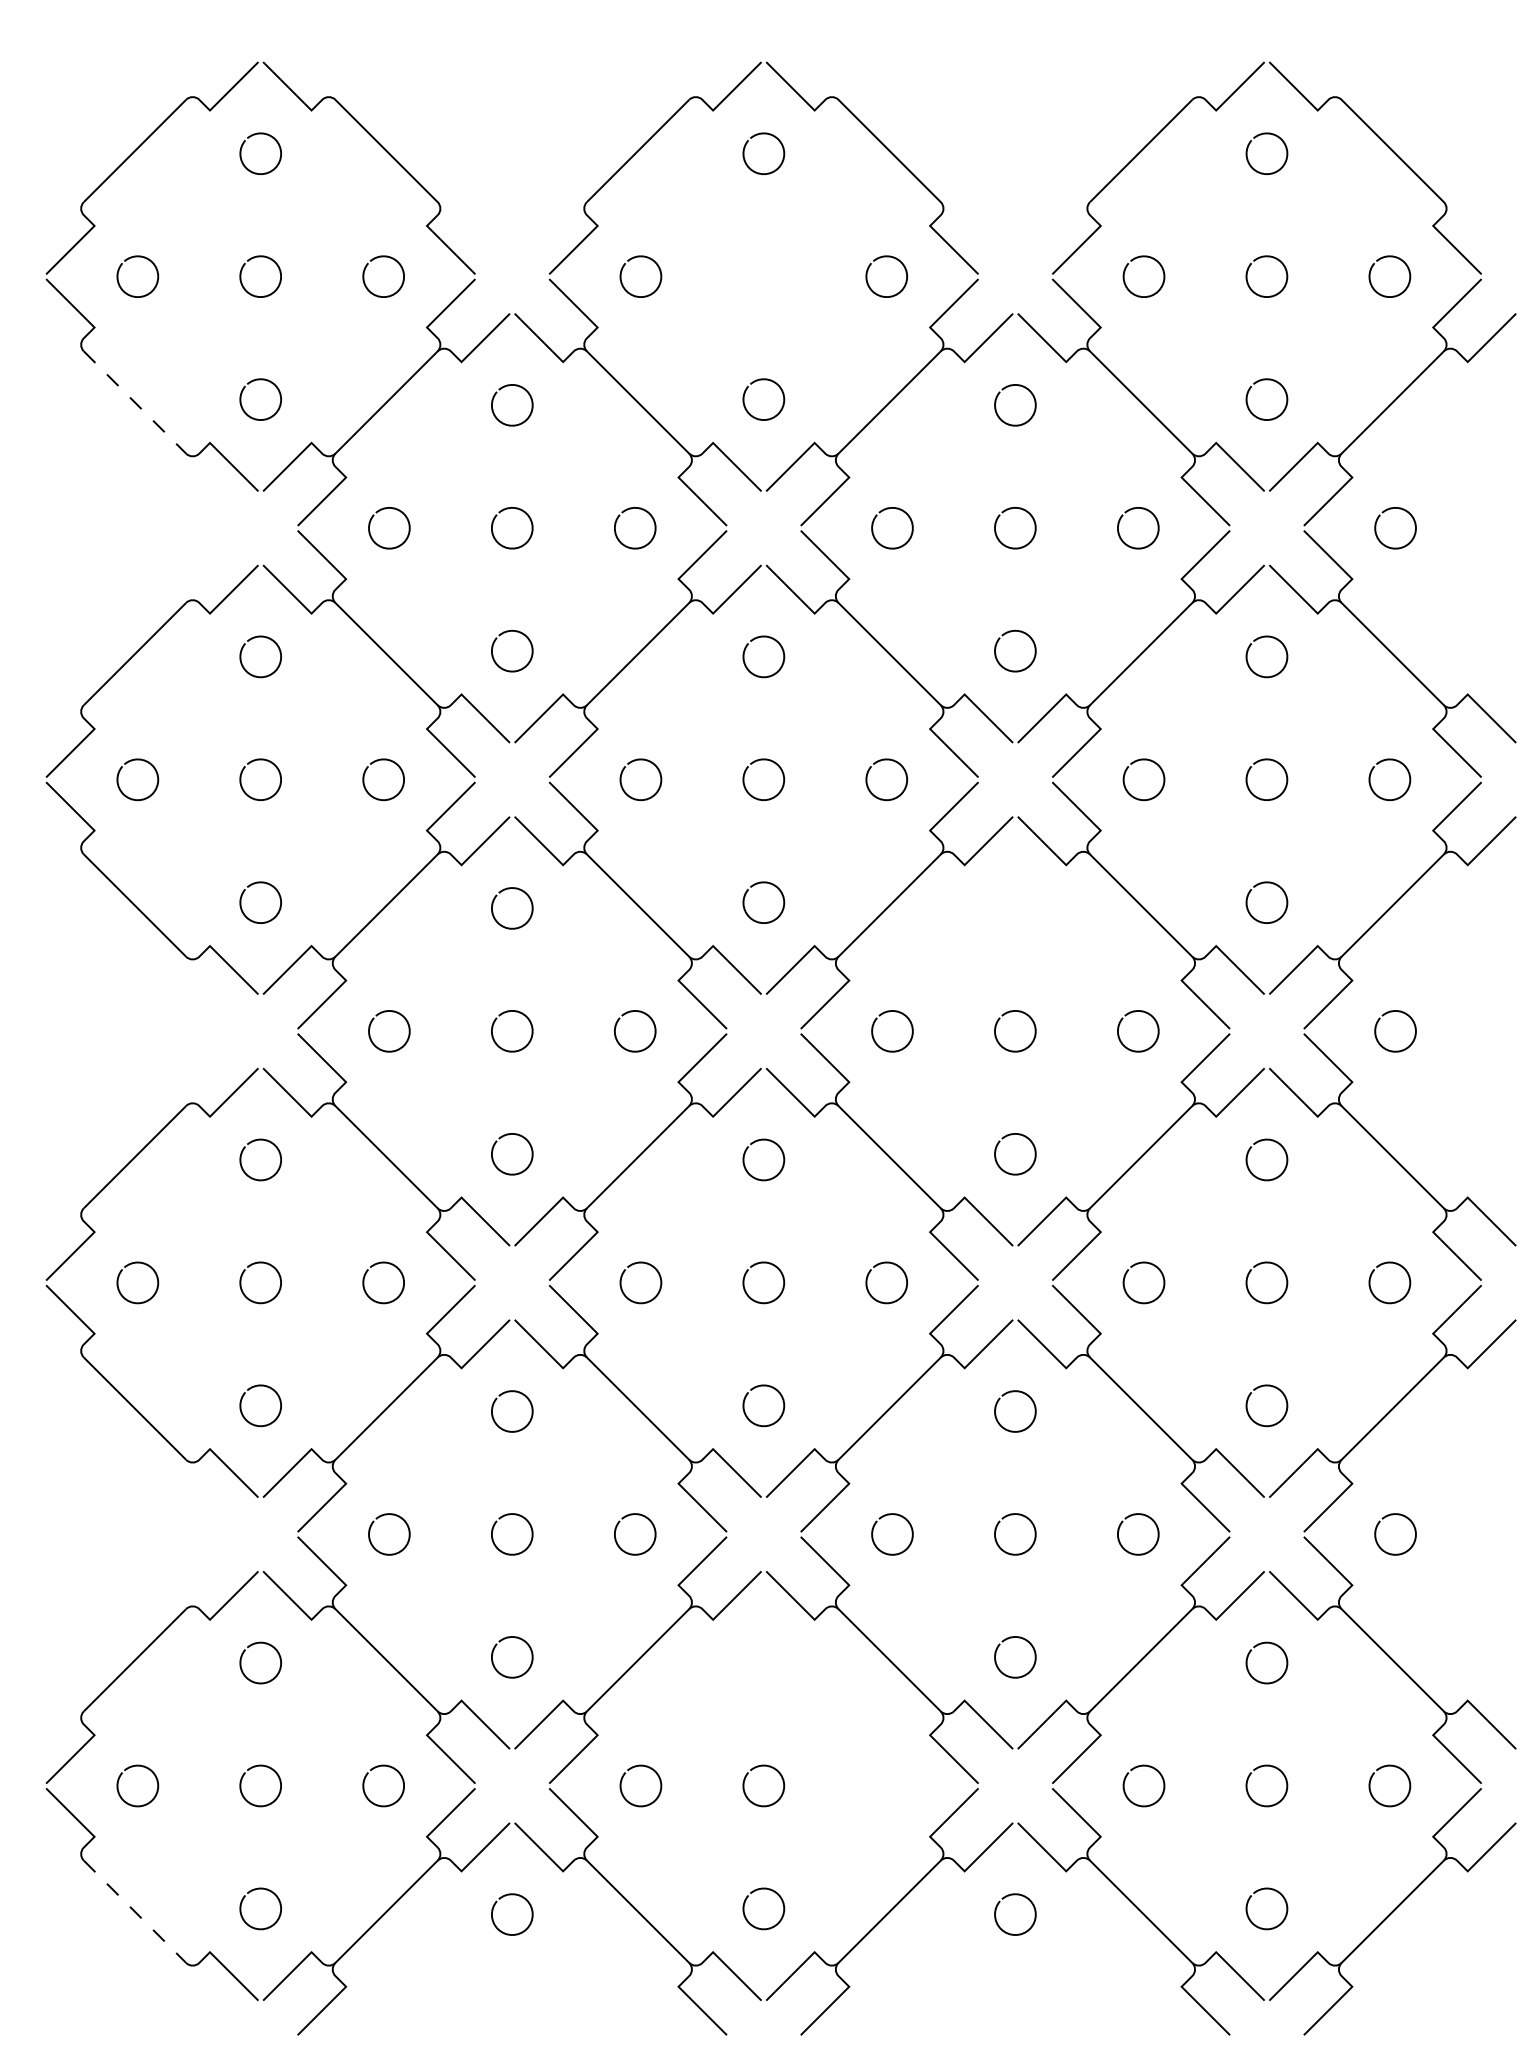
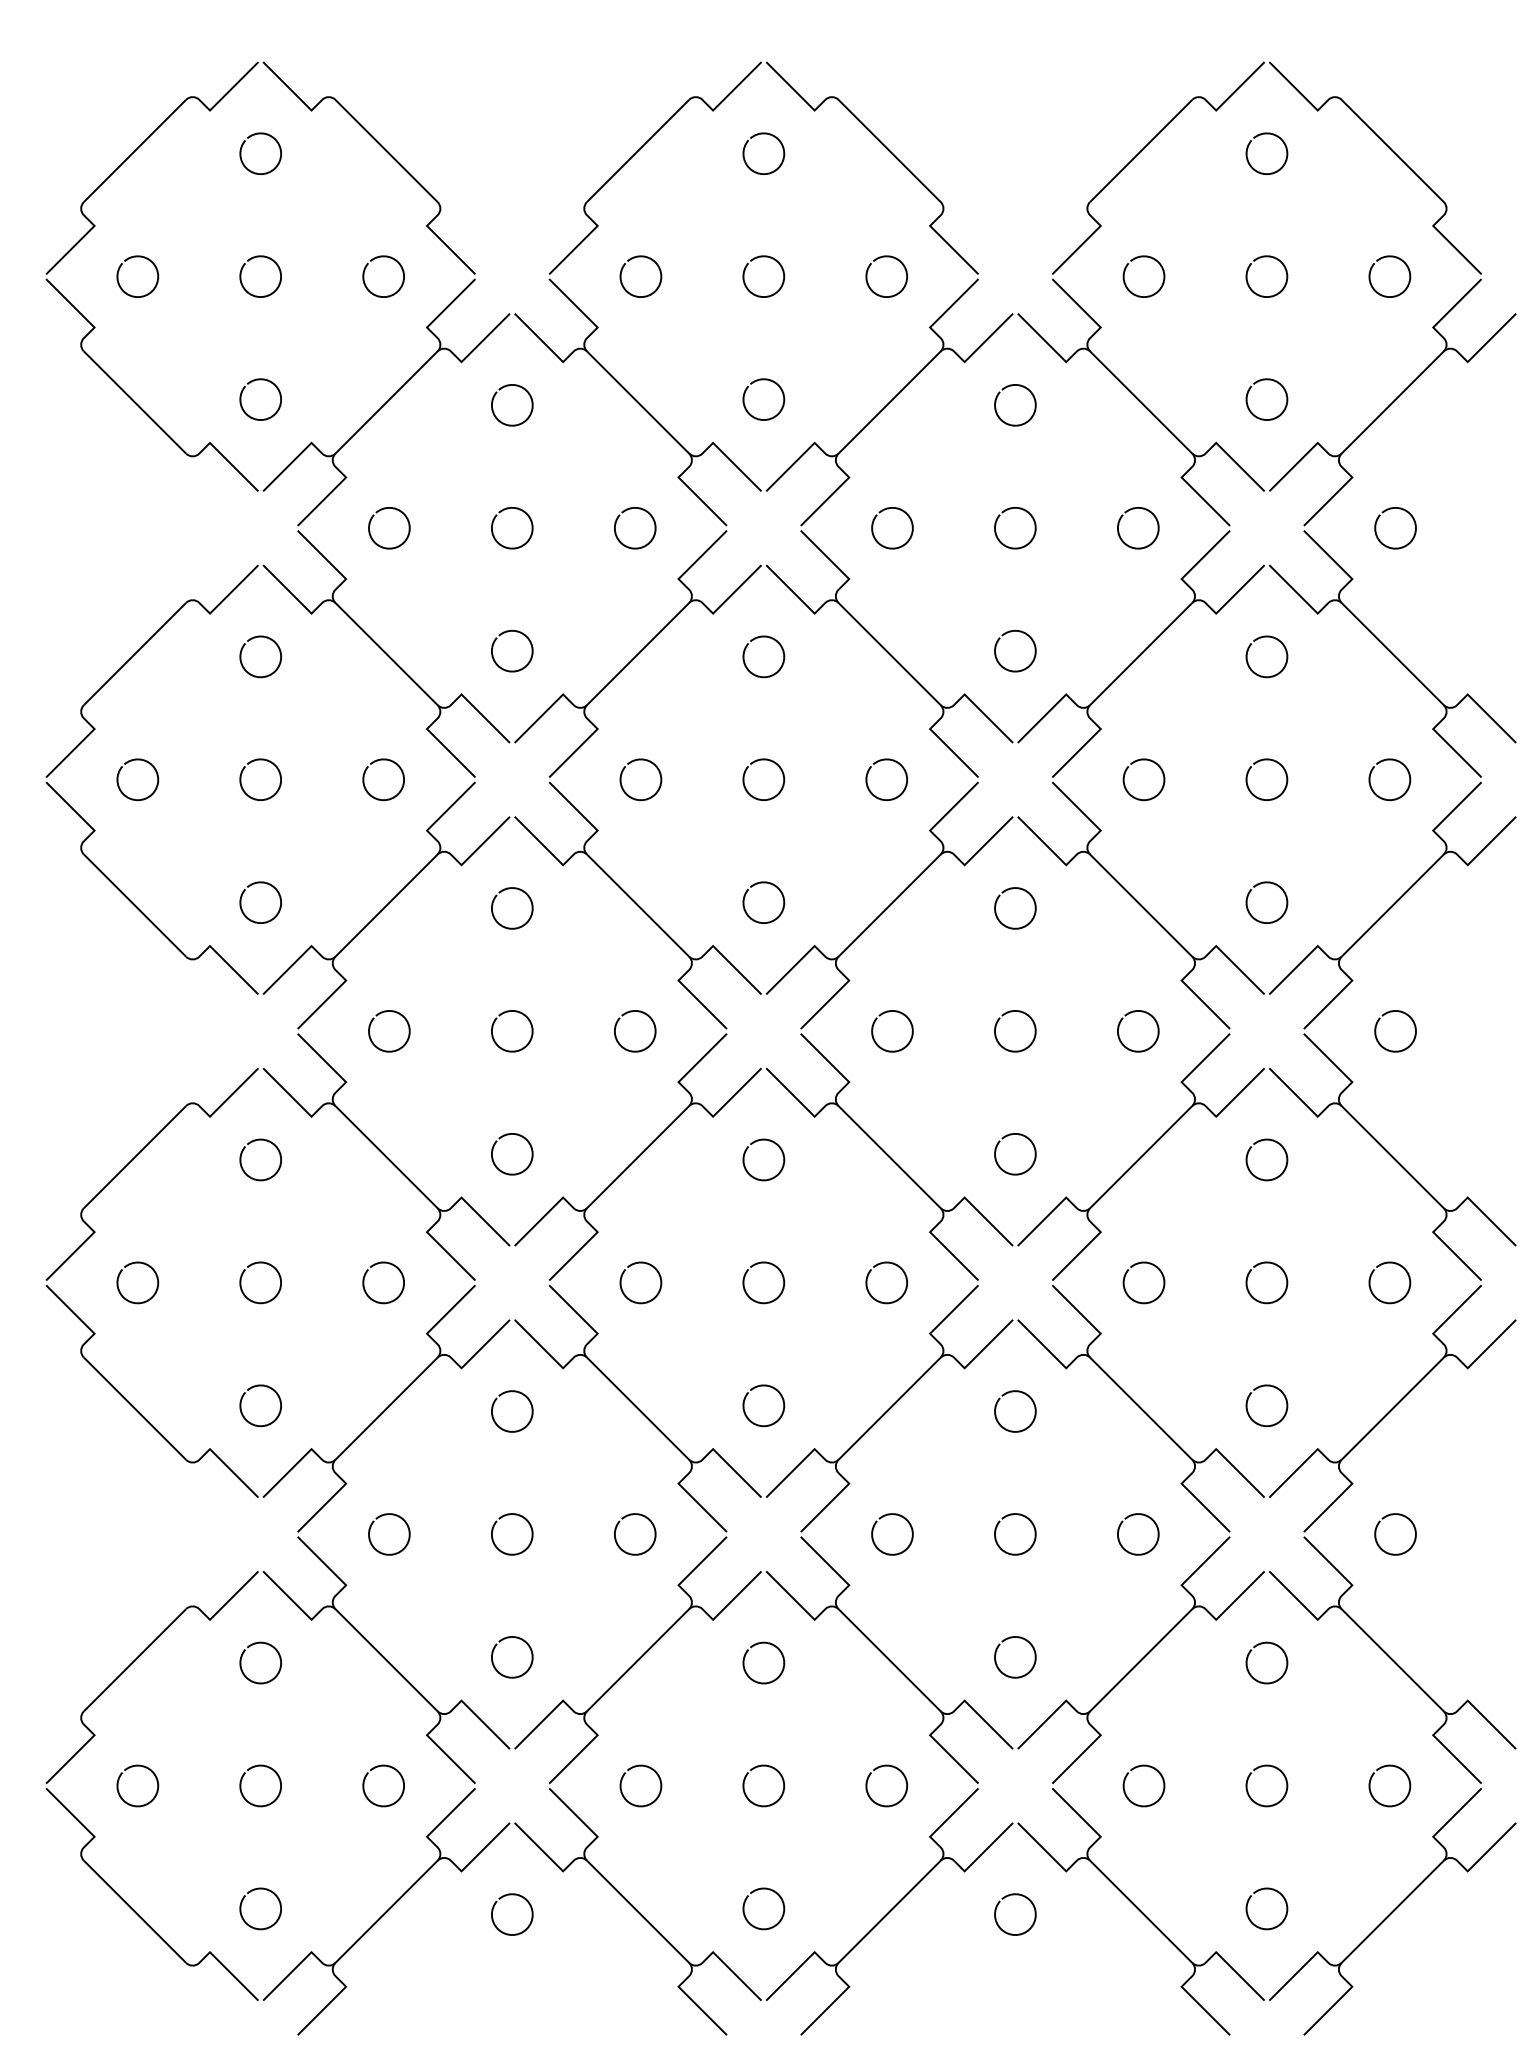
curve at (755, 259): none -> present
line at (135, 402): dashed -> solid
curve at (1033, 914): none -> present
curve at (754, 1646): none -> present
curve at (875, 1770): none -> present
line at (135, 1912): dashed -> solid
